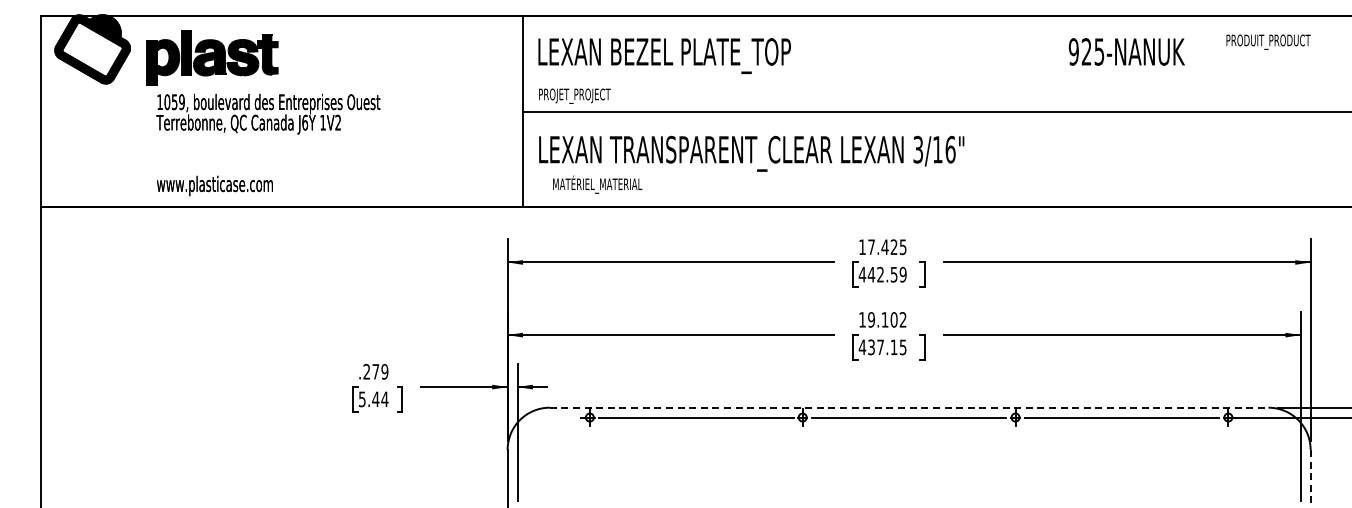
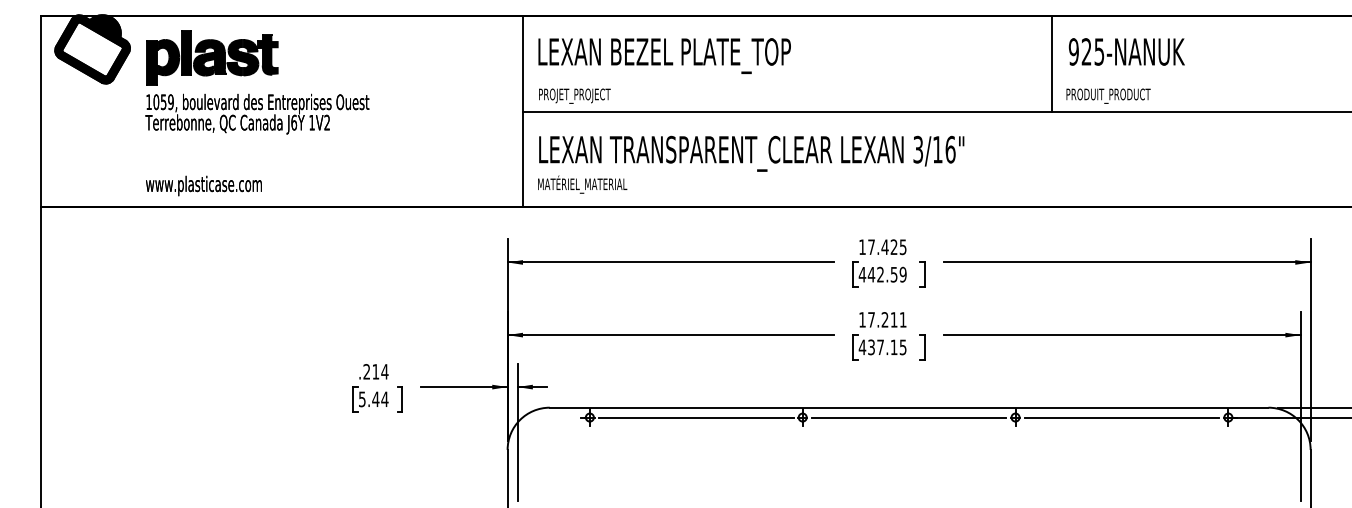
text at (1268, 41) position: (1268, 41) -> (1108, 95)
line at (1051, 63): none -> present
text at (268, 144) position: (268, 144) -> (257, 144)
text at (597, 184) position: (597, 184) -> (582, 184)
text at (887, 319): 19.102 -> 17.211
text at (380, 371): .279 -> .214
line at (909, 407): dashed -> solid
line at (1310, 478): dashed -> solid
